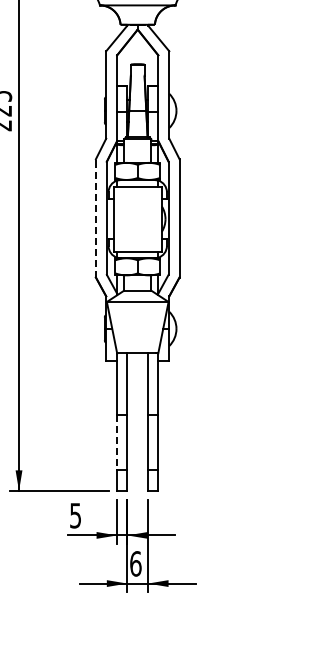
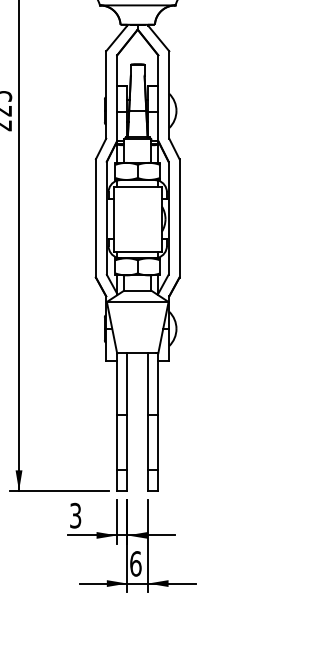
line at (95, 217): dashed -> solid
line at (117, 442): dashed -> solid
text at (75, 514): 5 -> 3
